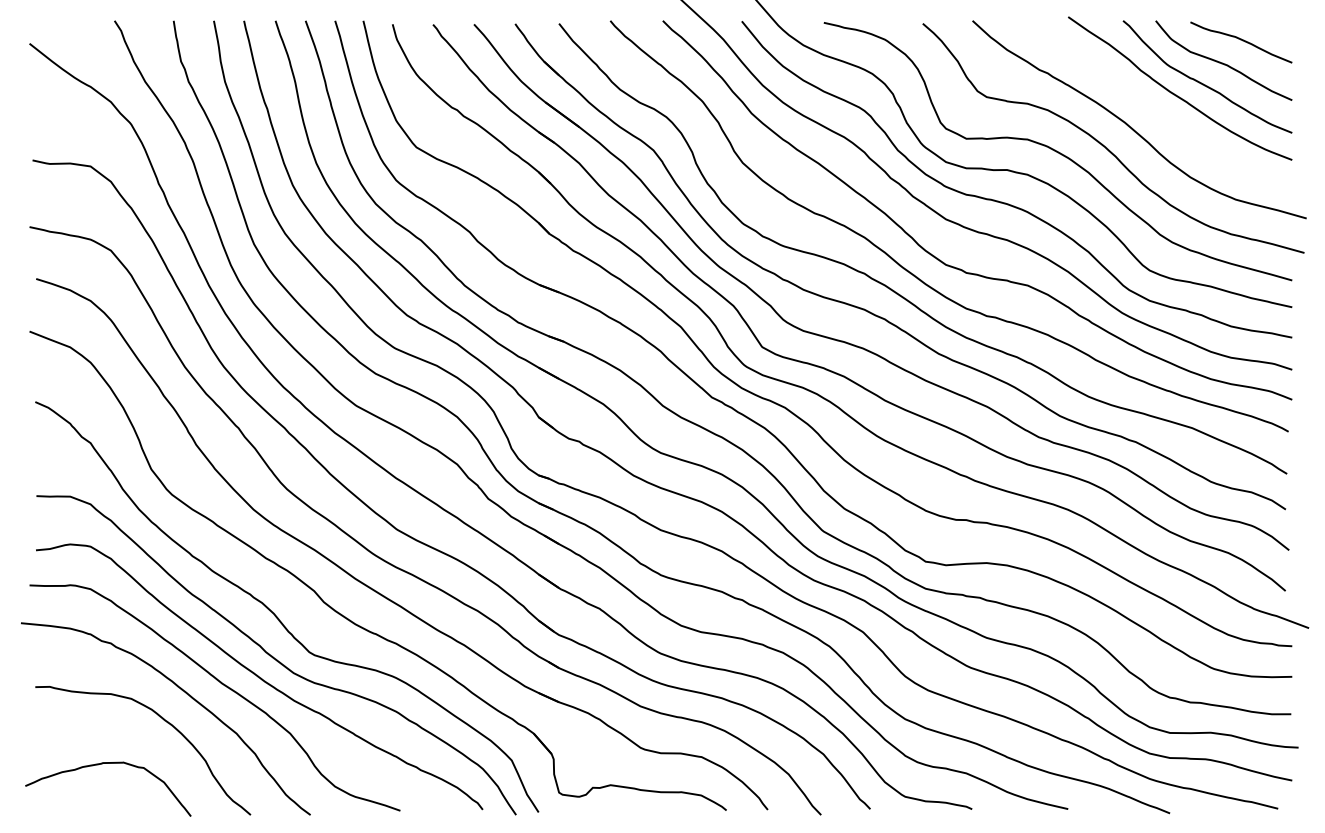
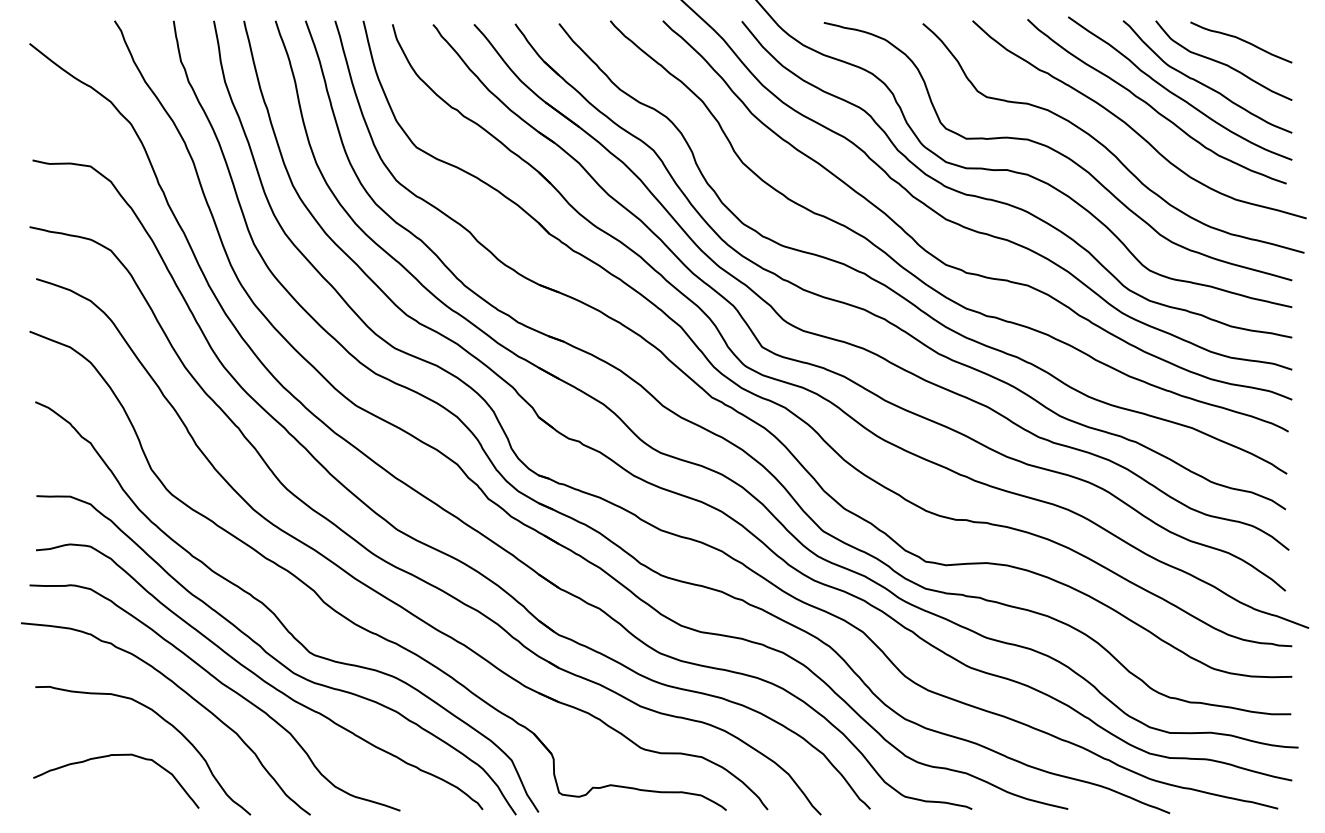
curve at (1151, 105): none -> present
curve at (102, 764) position: (102, 764) -> (110, 756)
